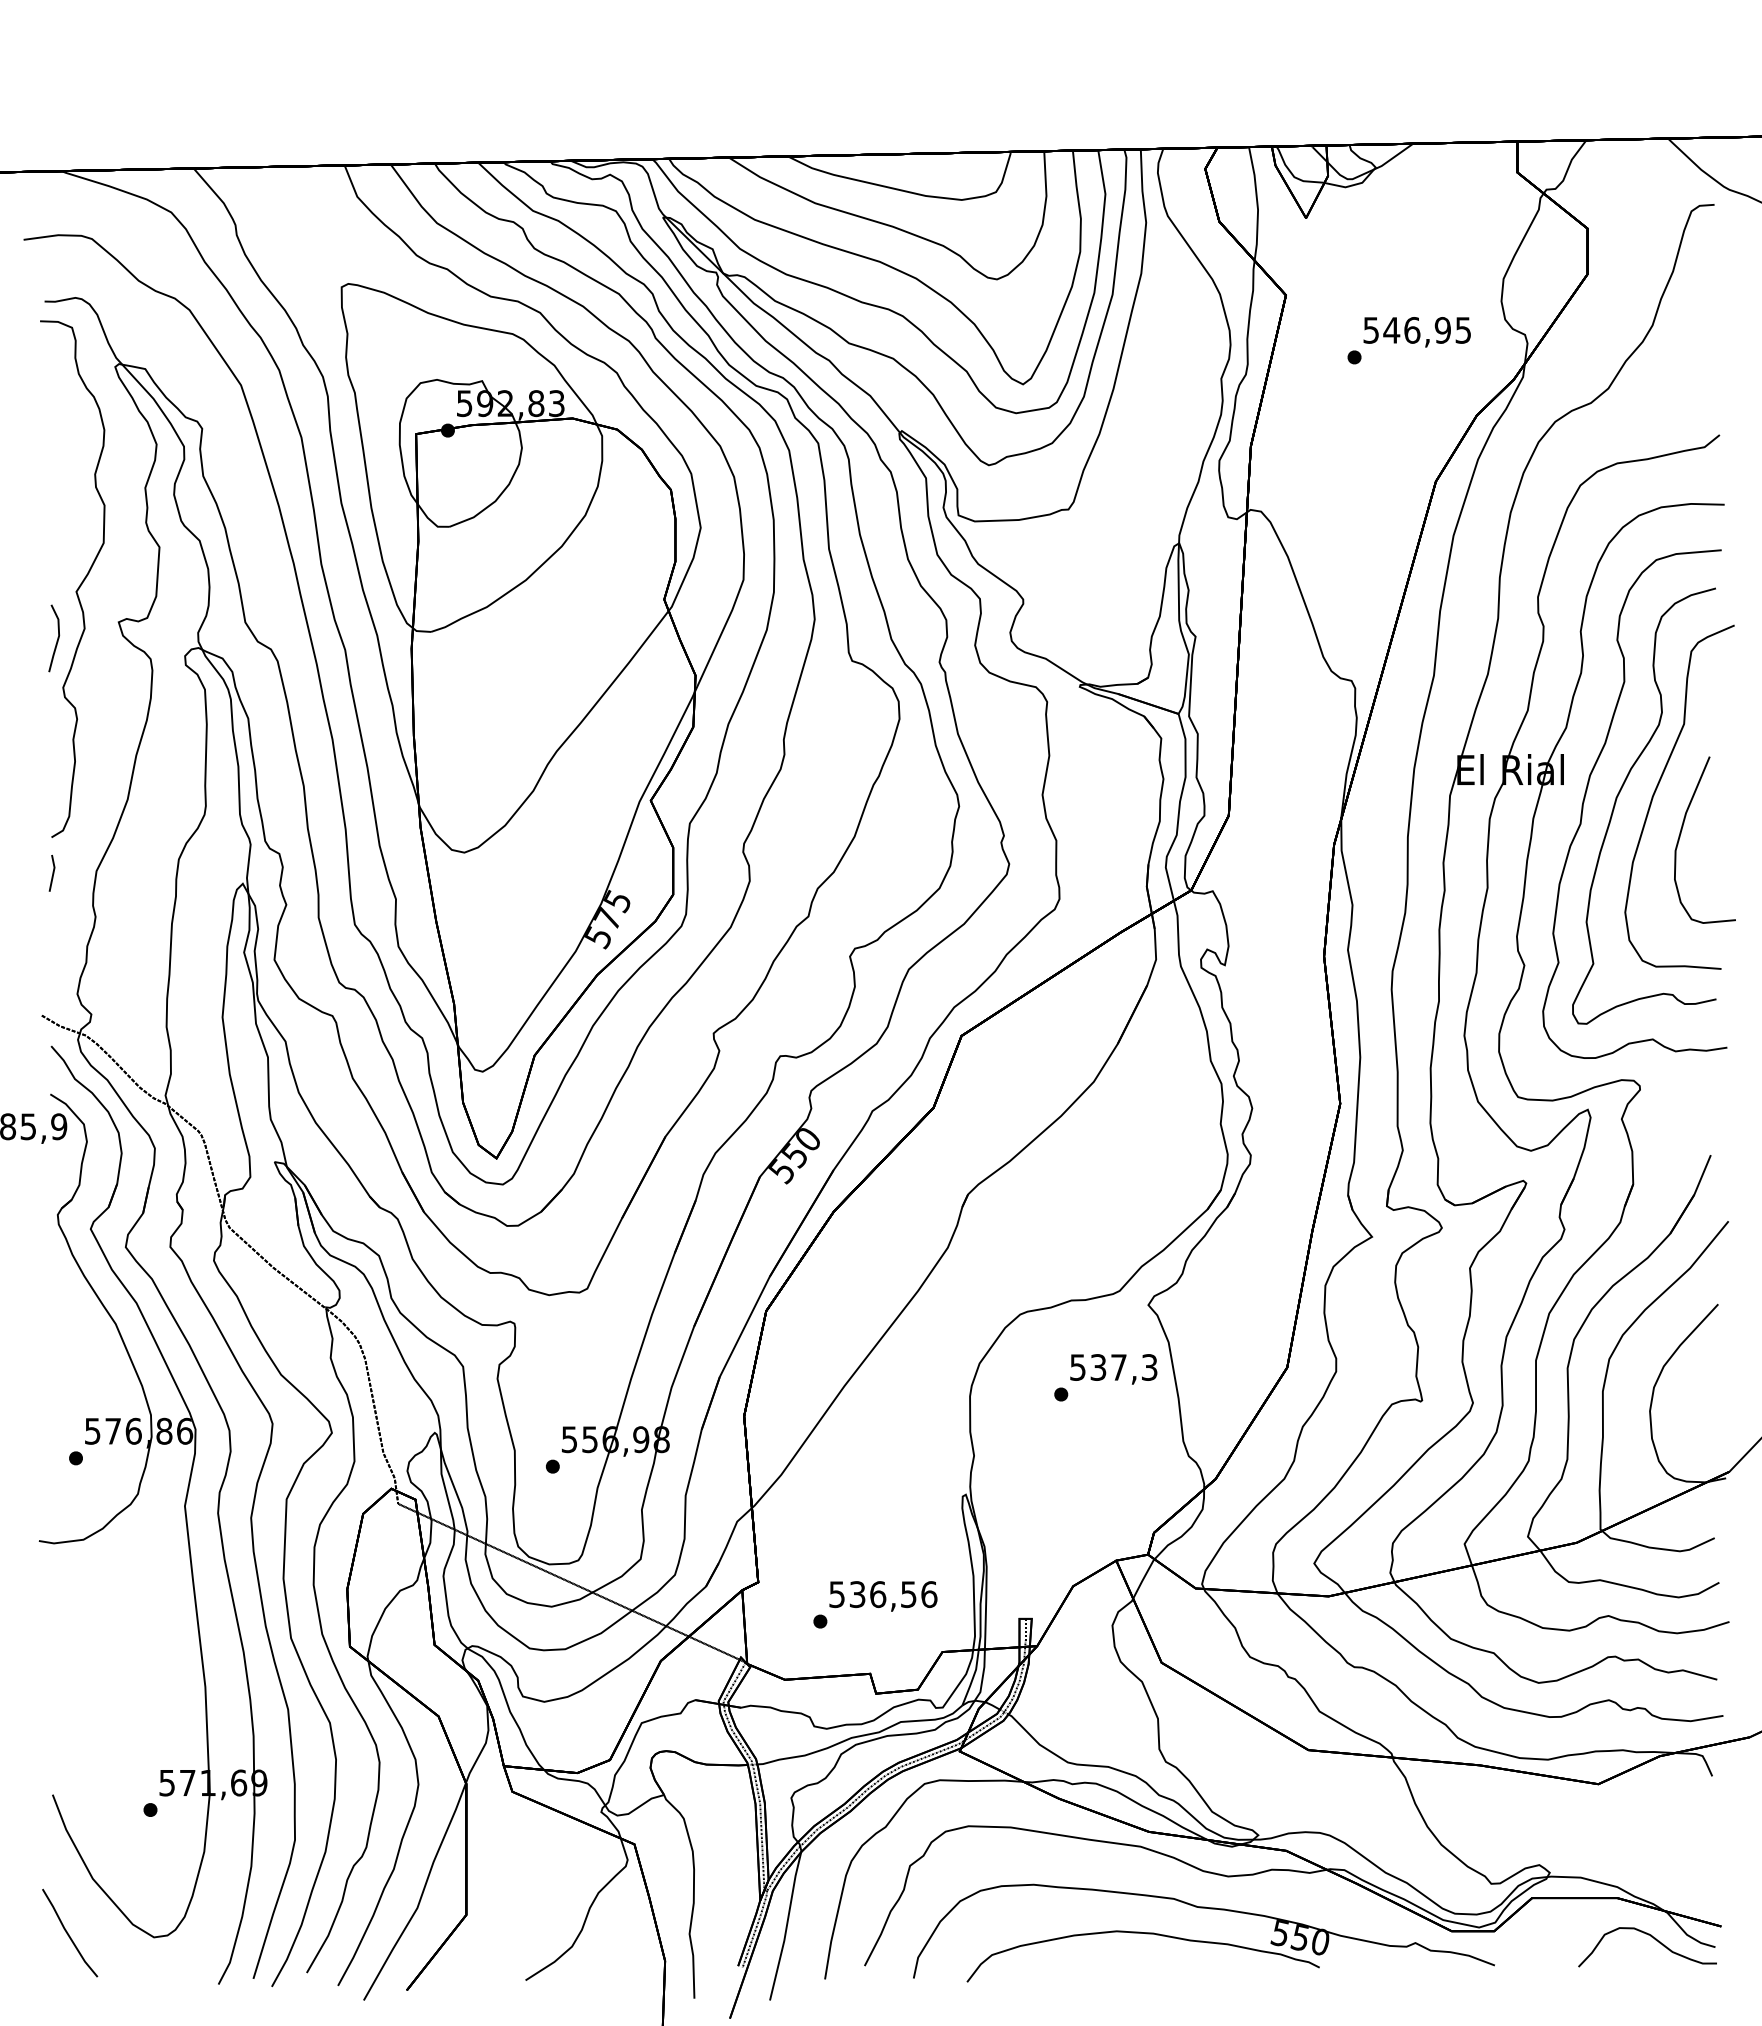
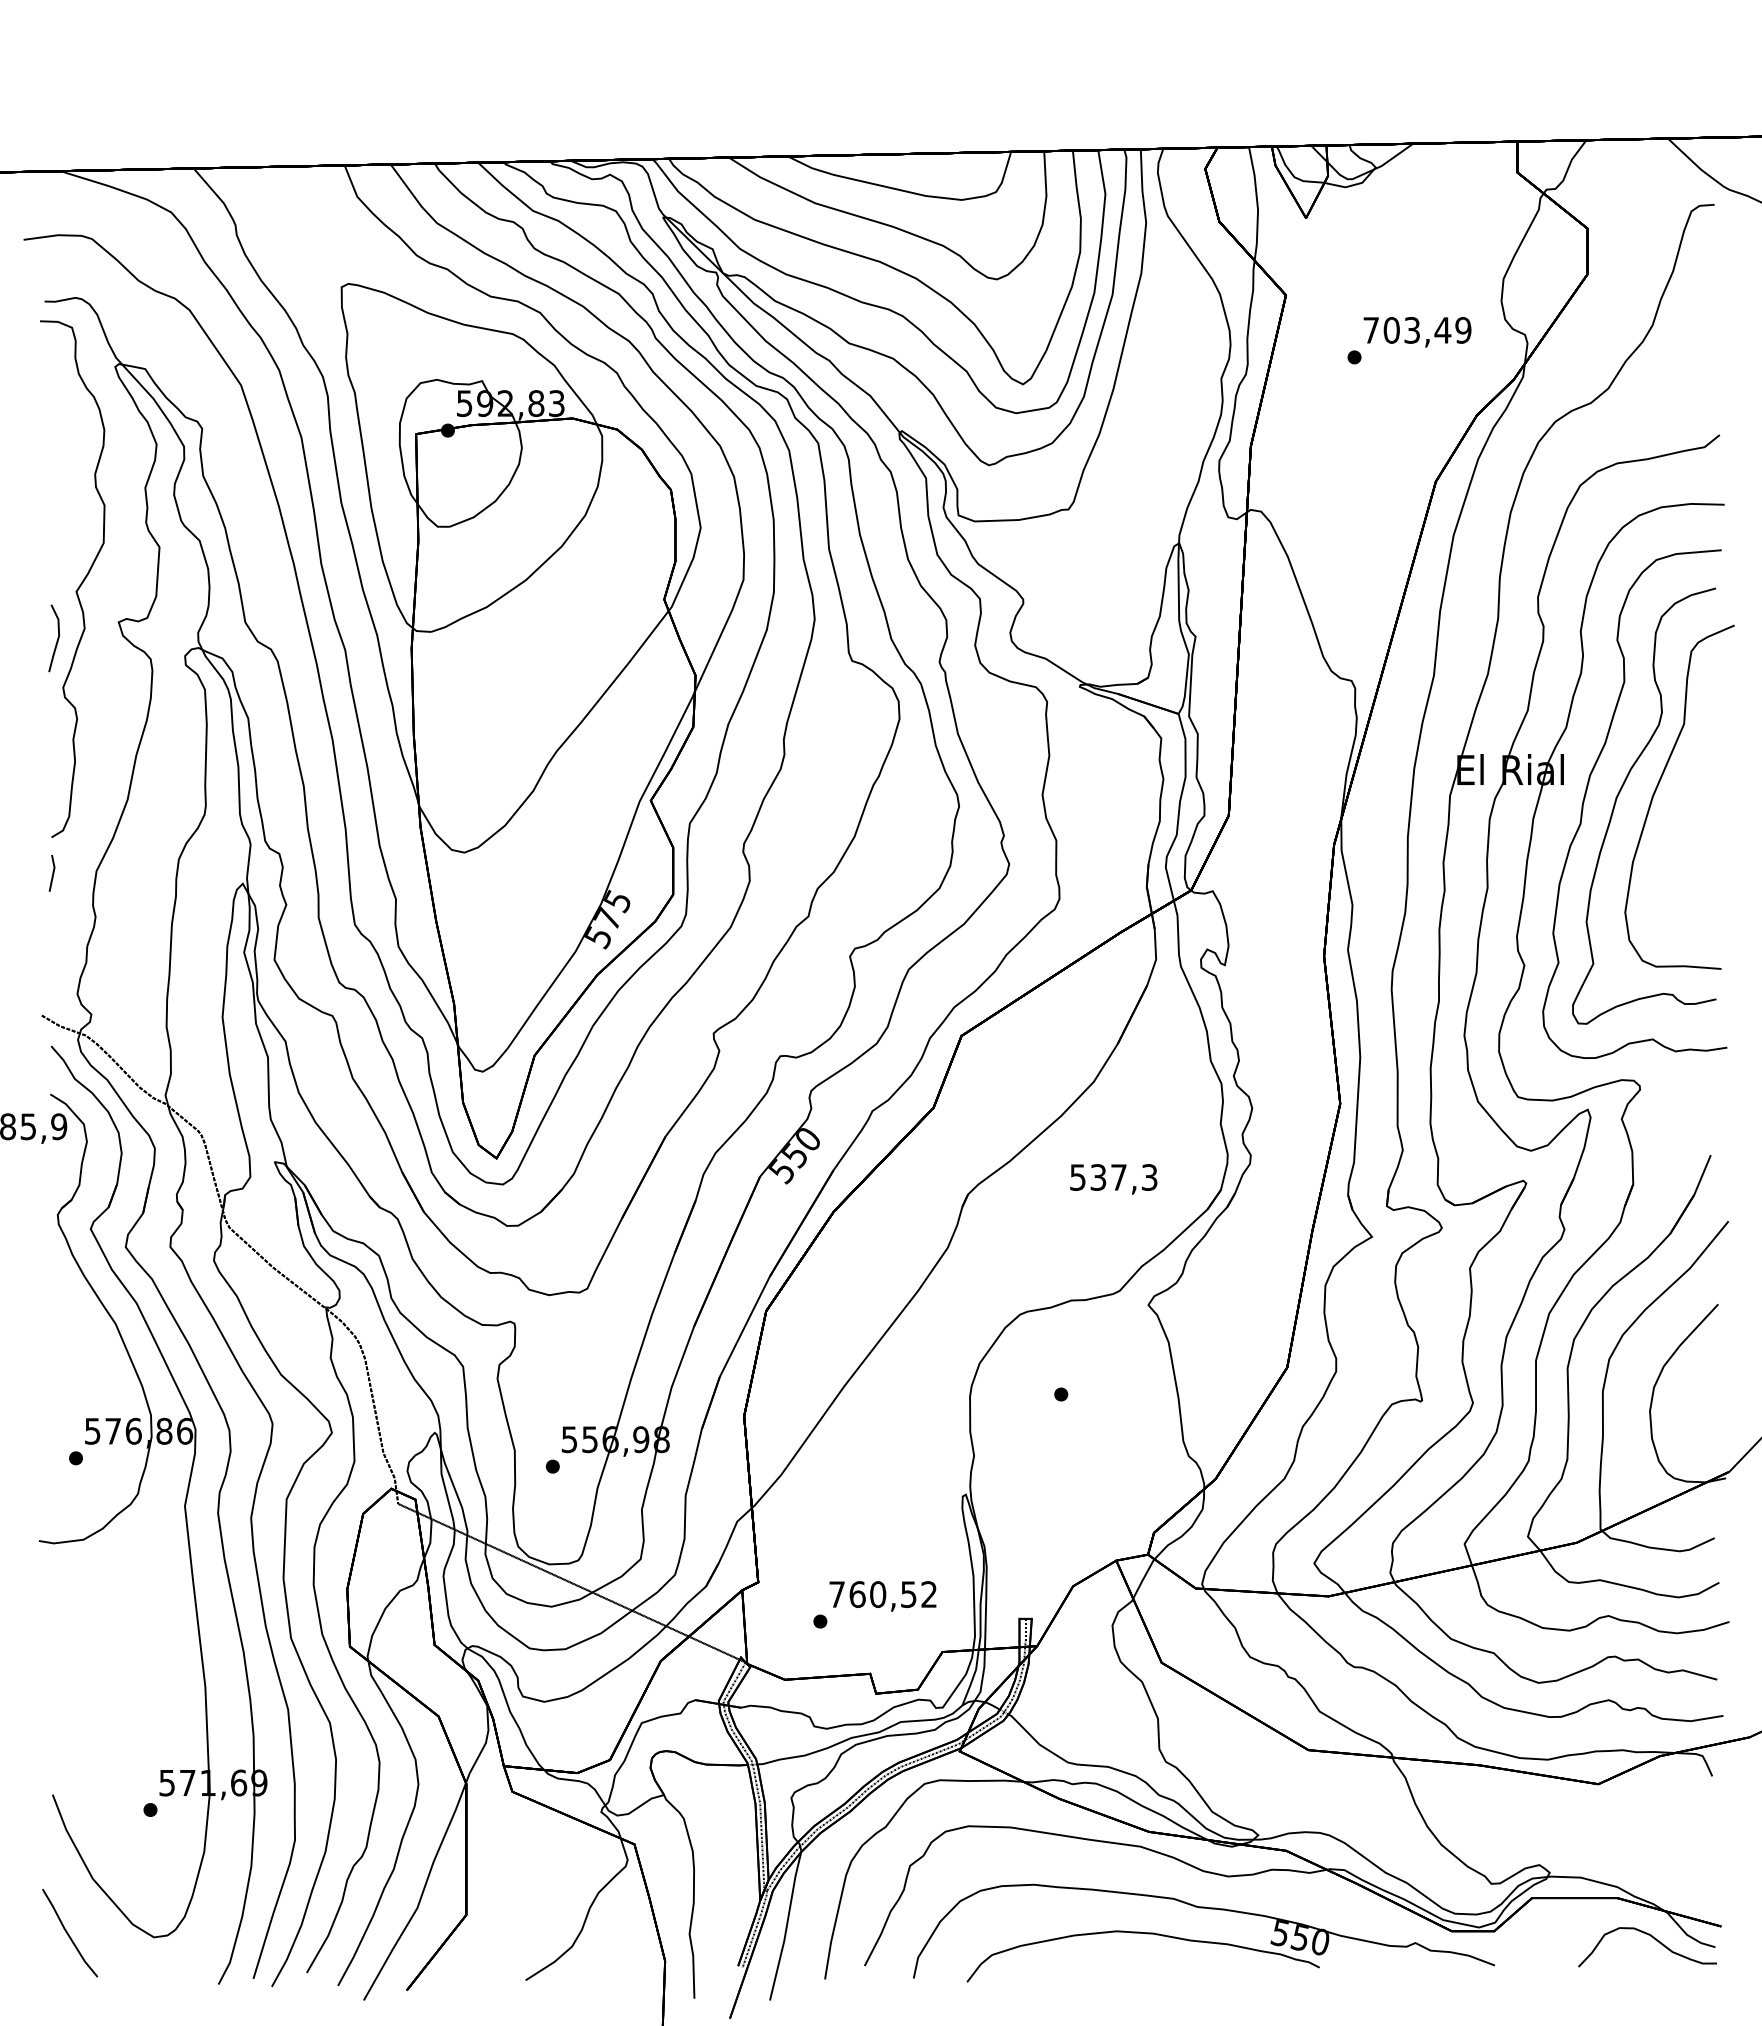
text at (1417, 330): 546,95 -> 703,49
part at (1681, 834): present -> none
text at (1113, 1369) position: (1113, 1369) -> (1113, 1179)
text at (883, 1594): 536,56 -> 760,52
